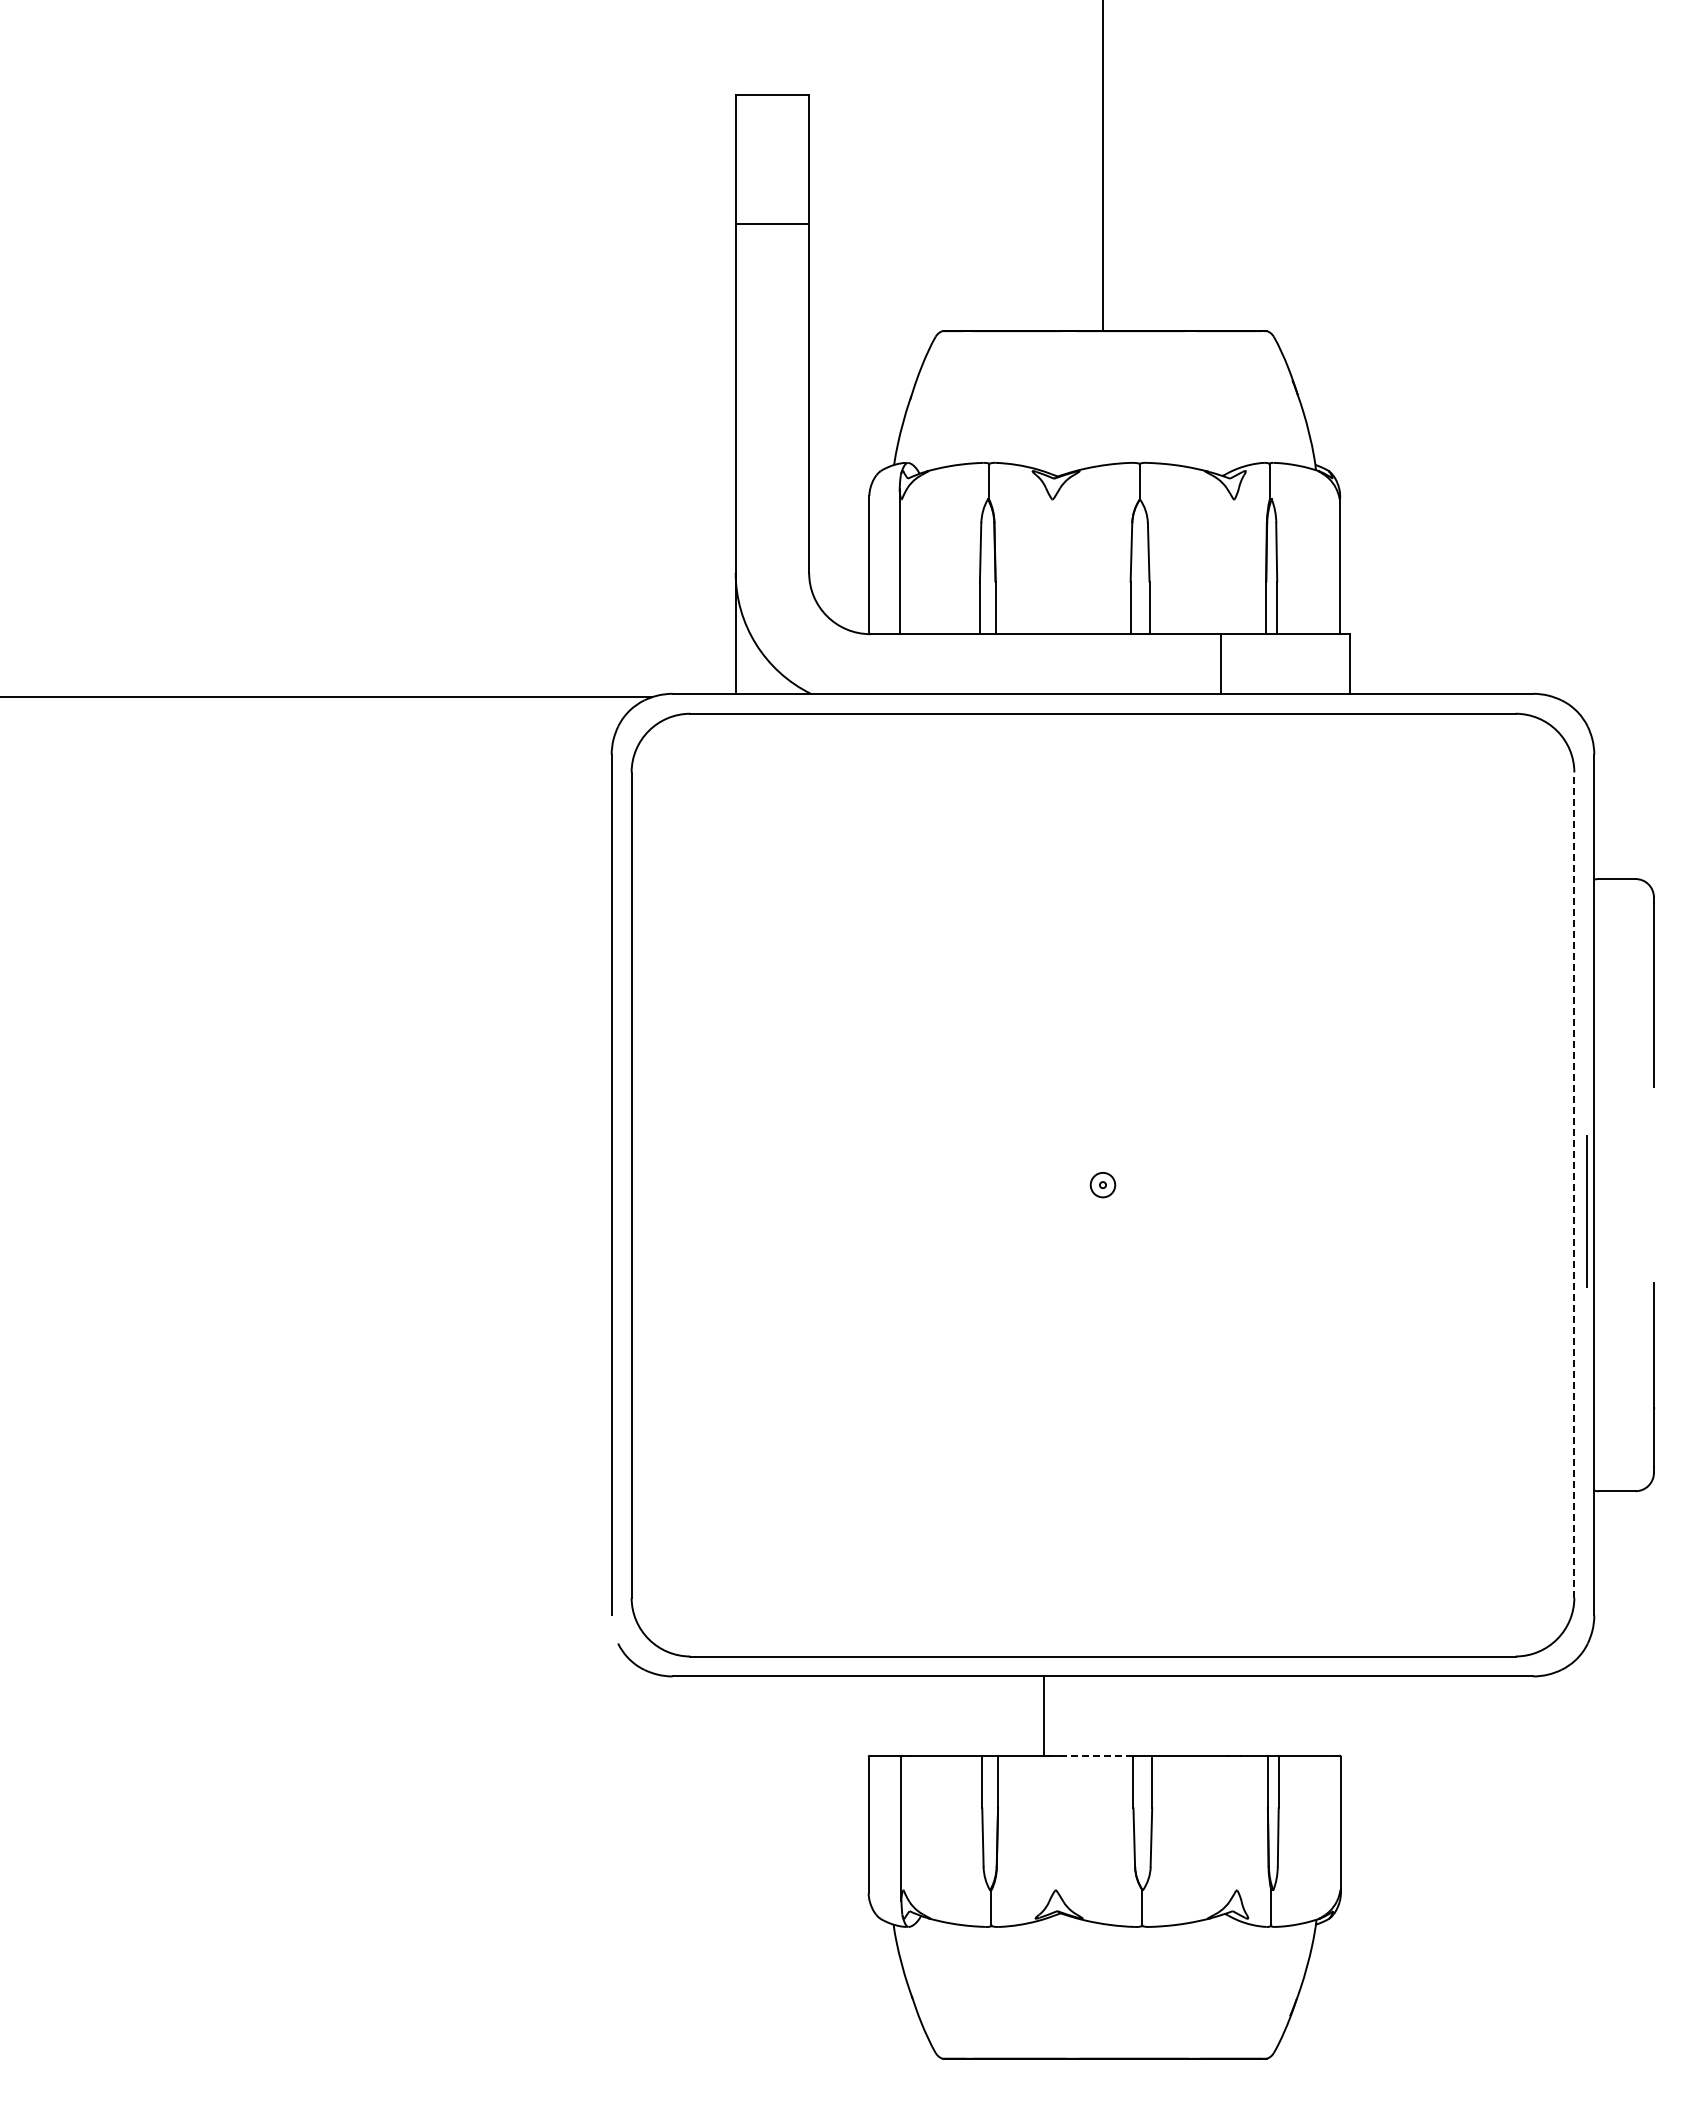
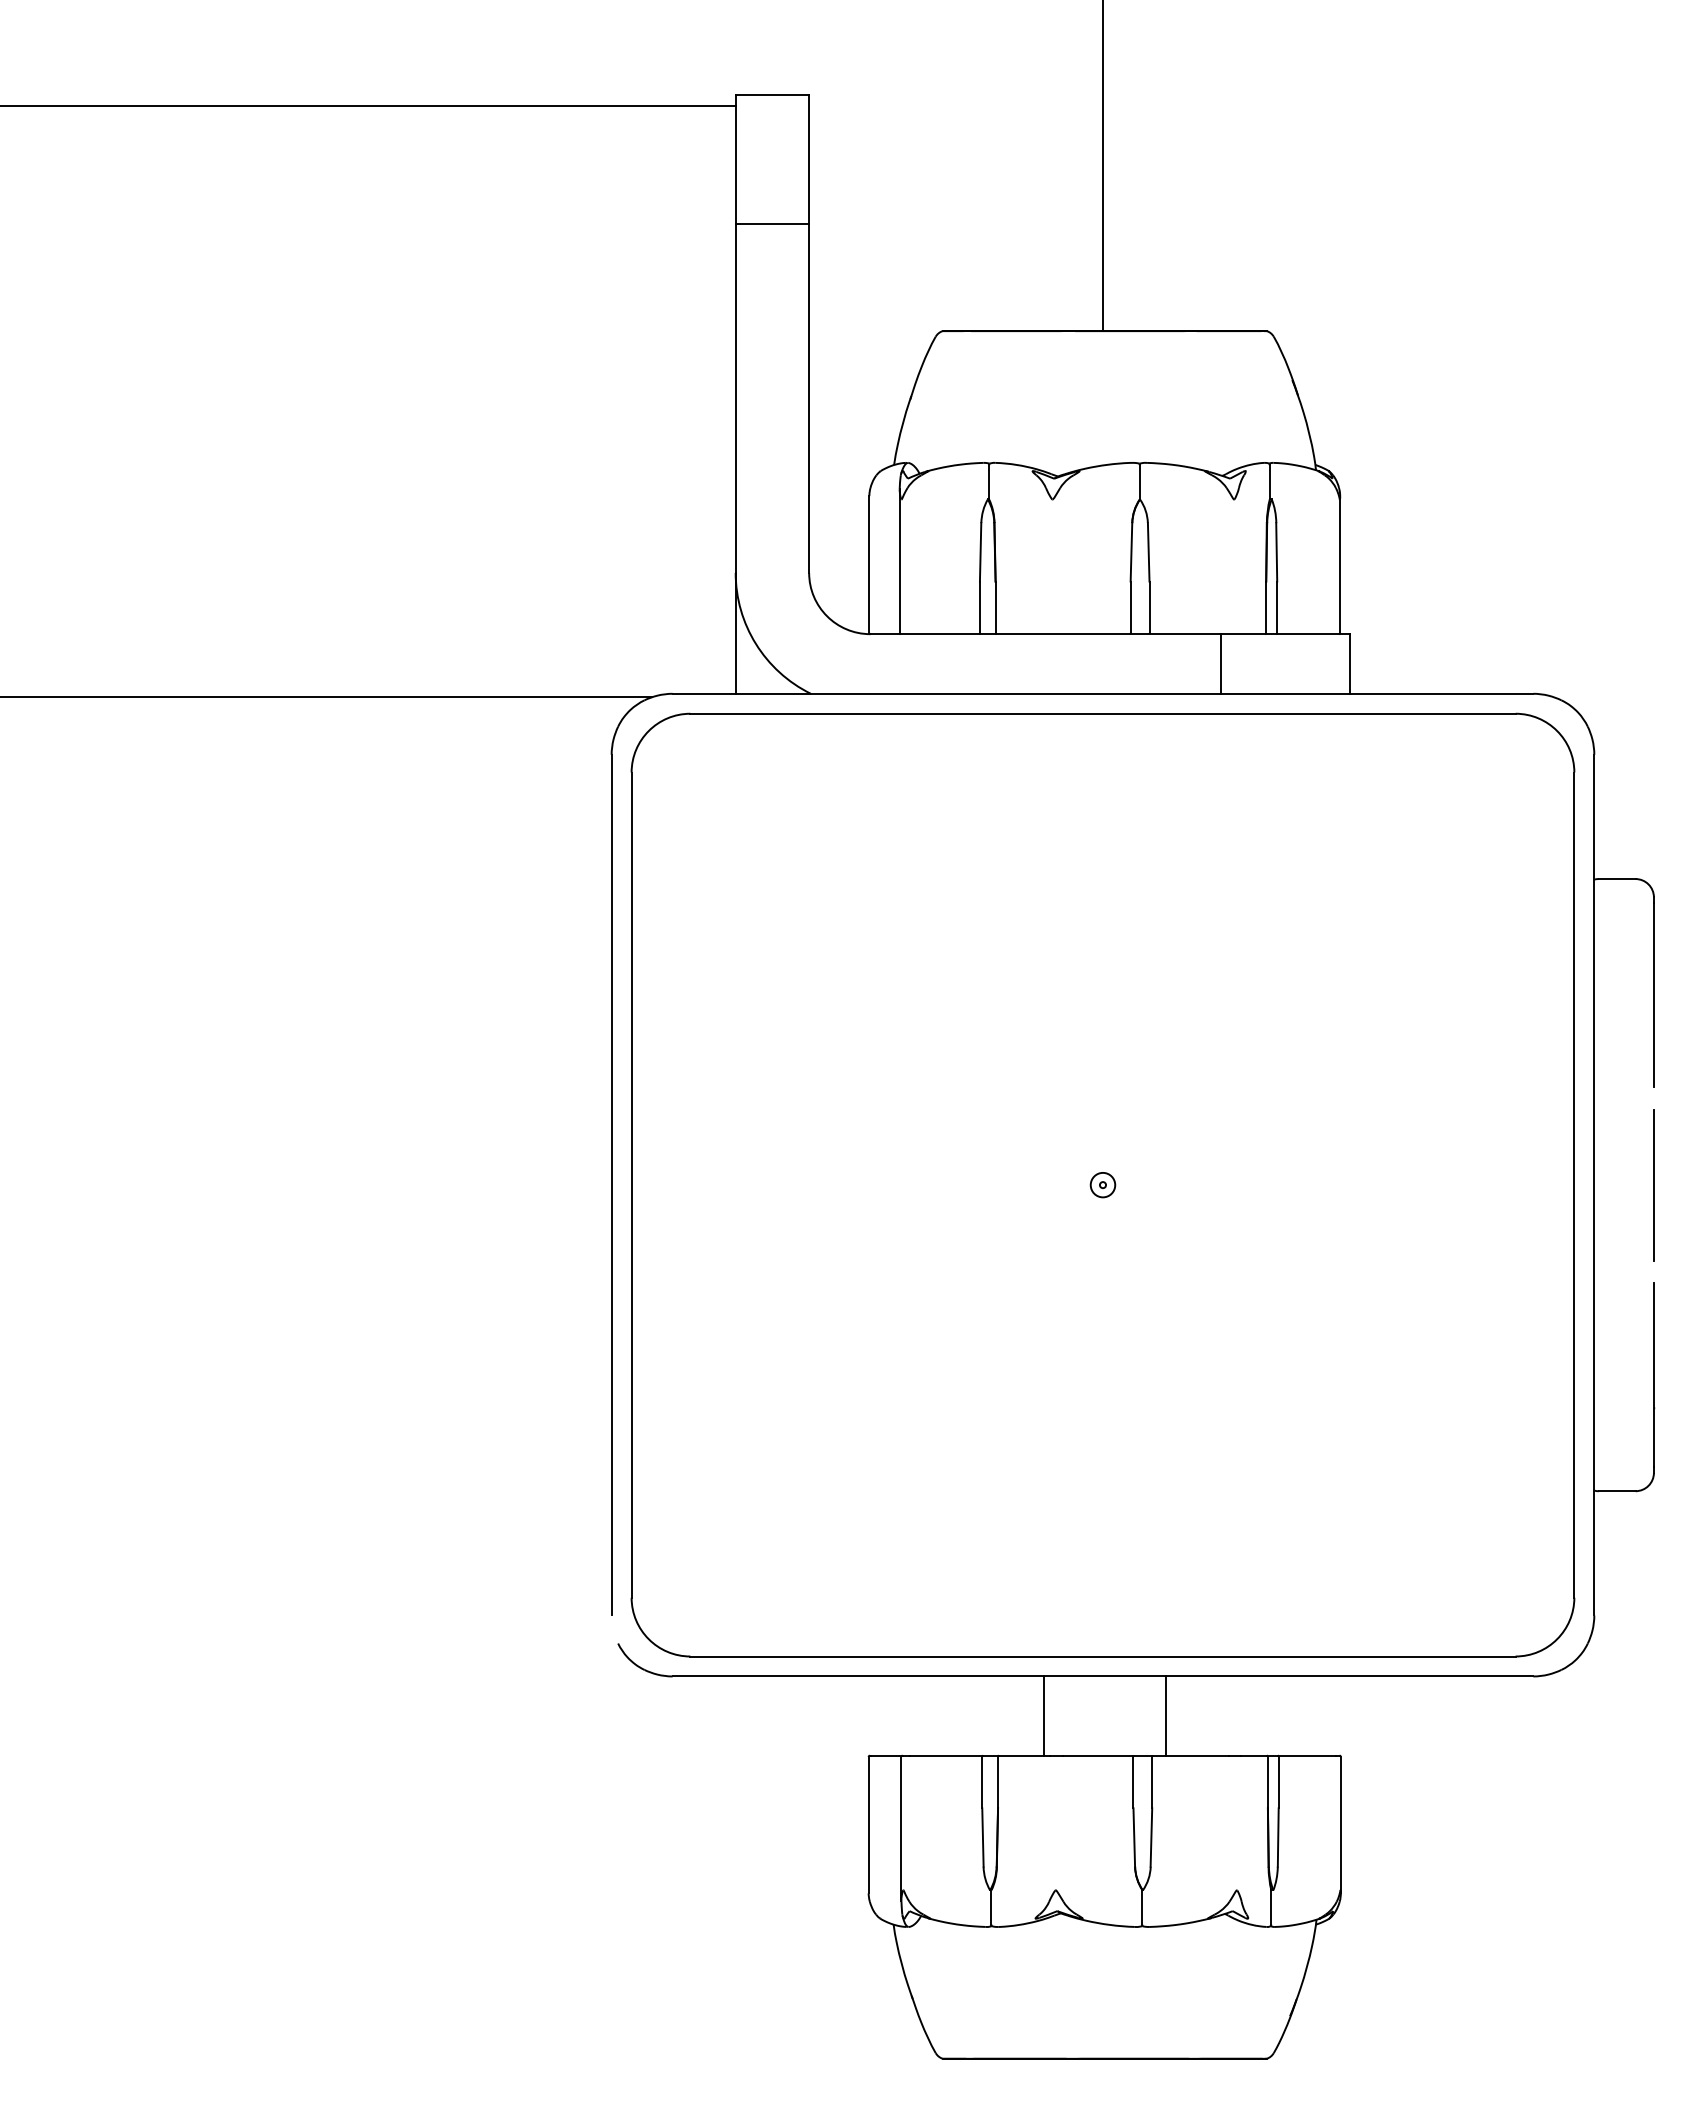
line at (368, 105): none -> present
line at (1574, 1185): dashed -> solid
line at (1586, 1211) position: (1586, 1211) -> (1653, 1185)
line at (1166, 1715): none -> present
line at (1097, 1755): dashed -> solid
